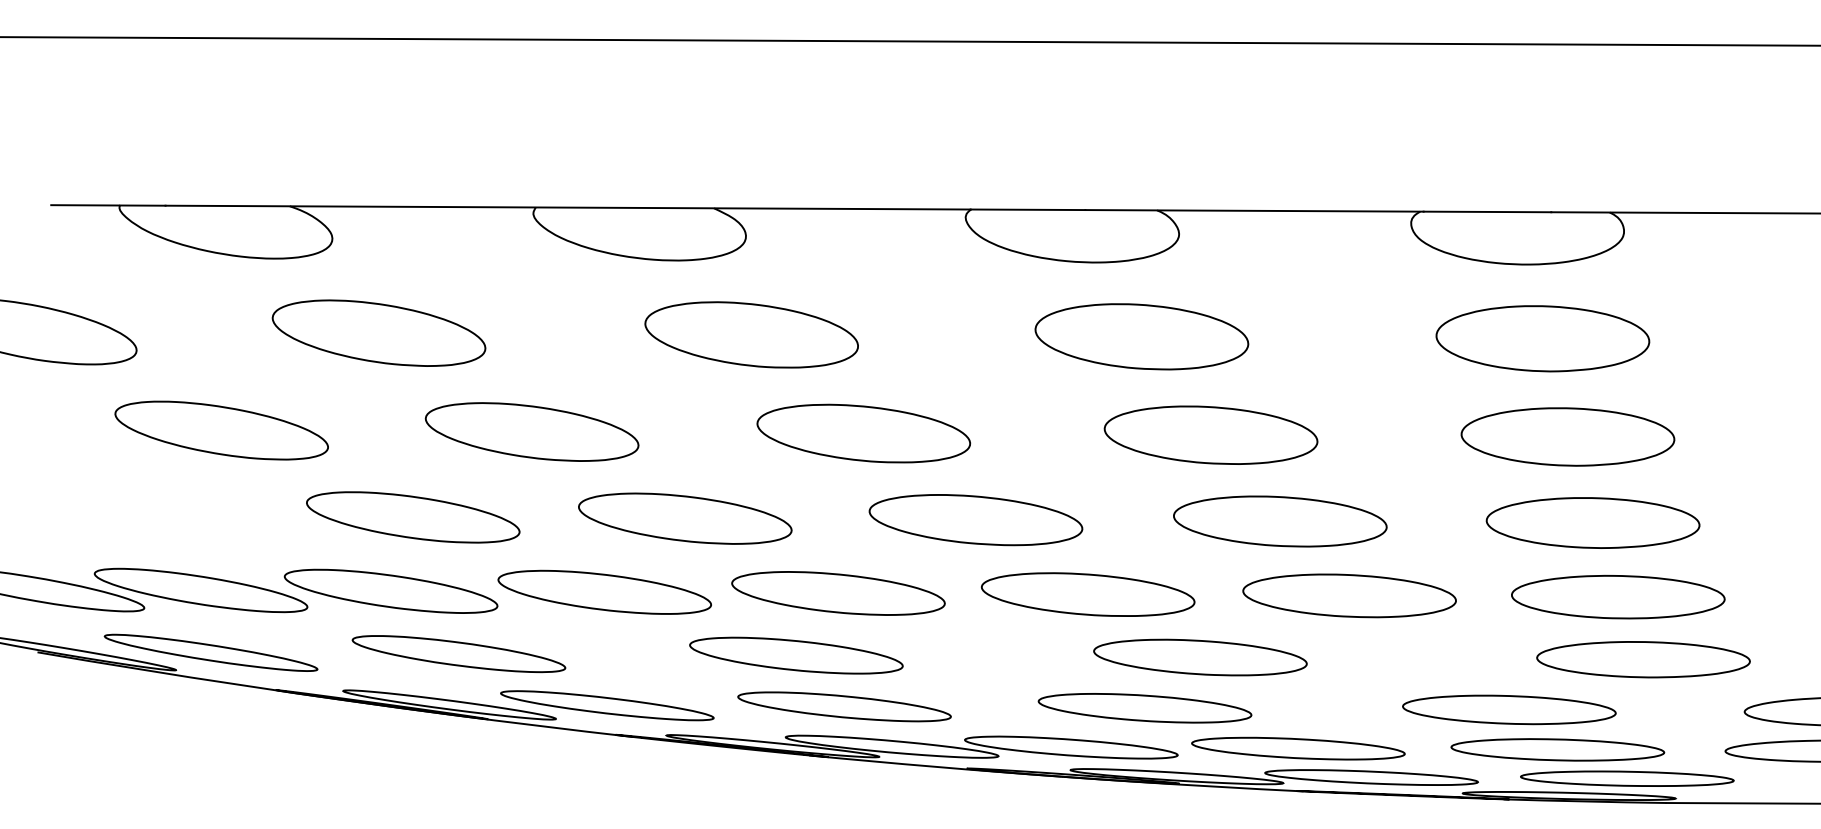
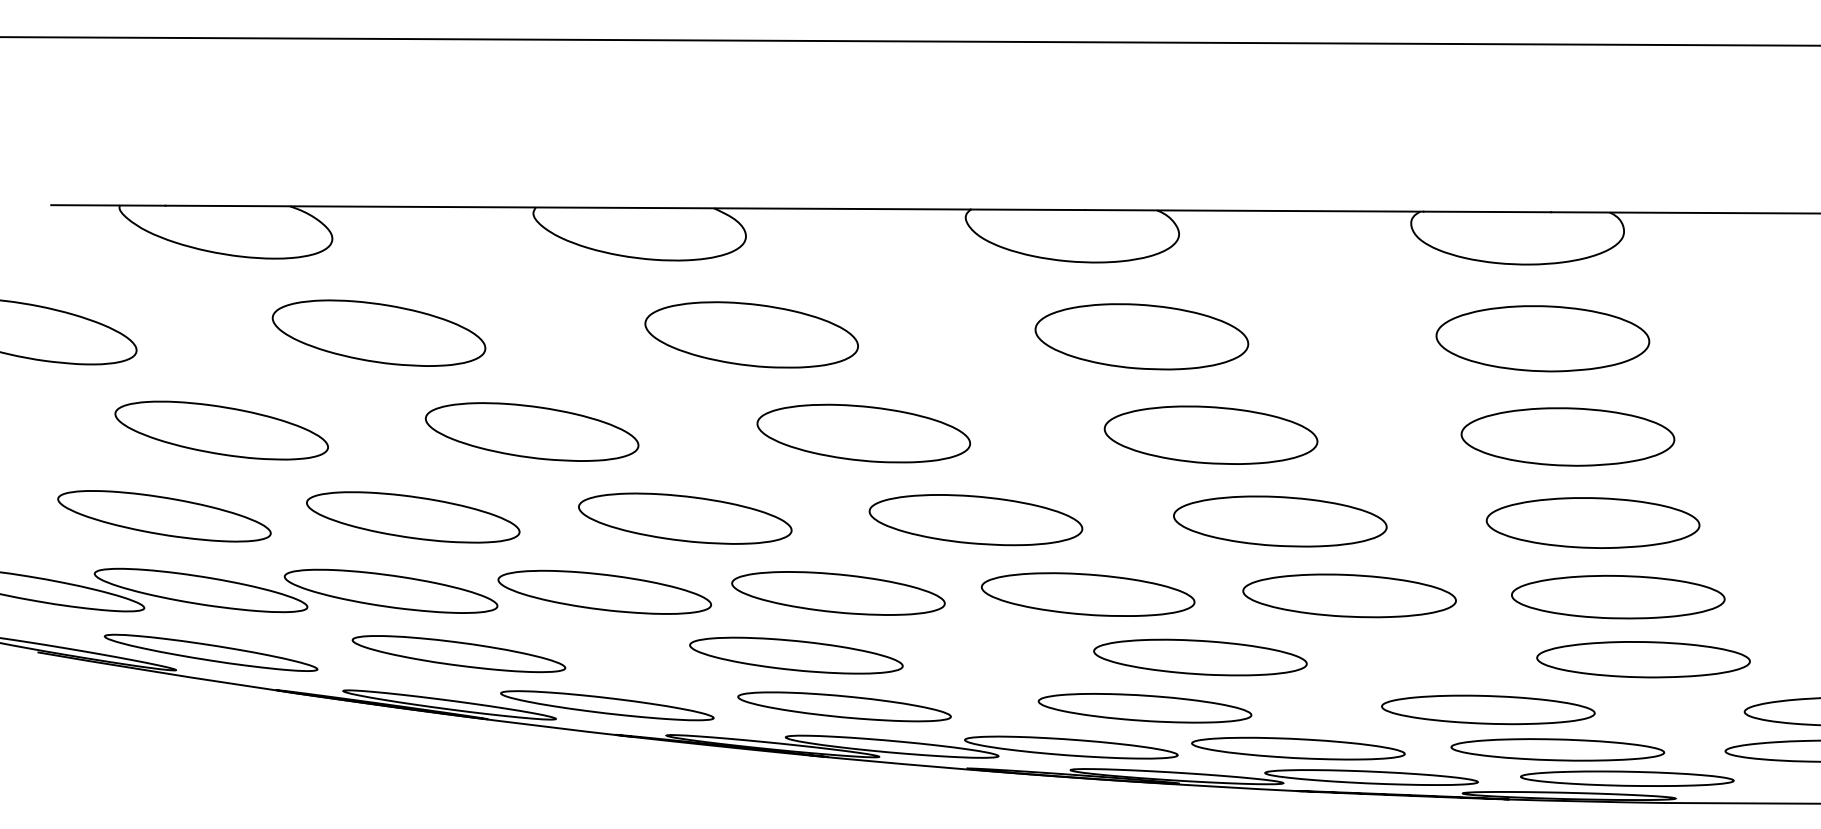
part at (164, 516): none -> present
part at (1509, 709) position: (1509, 709) -> (1488, 709)
